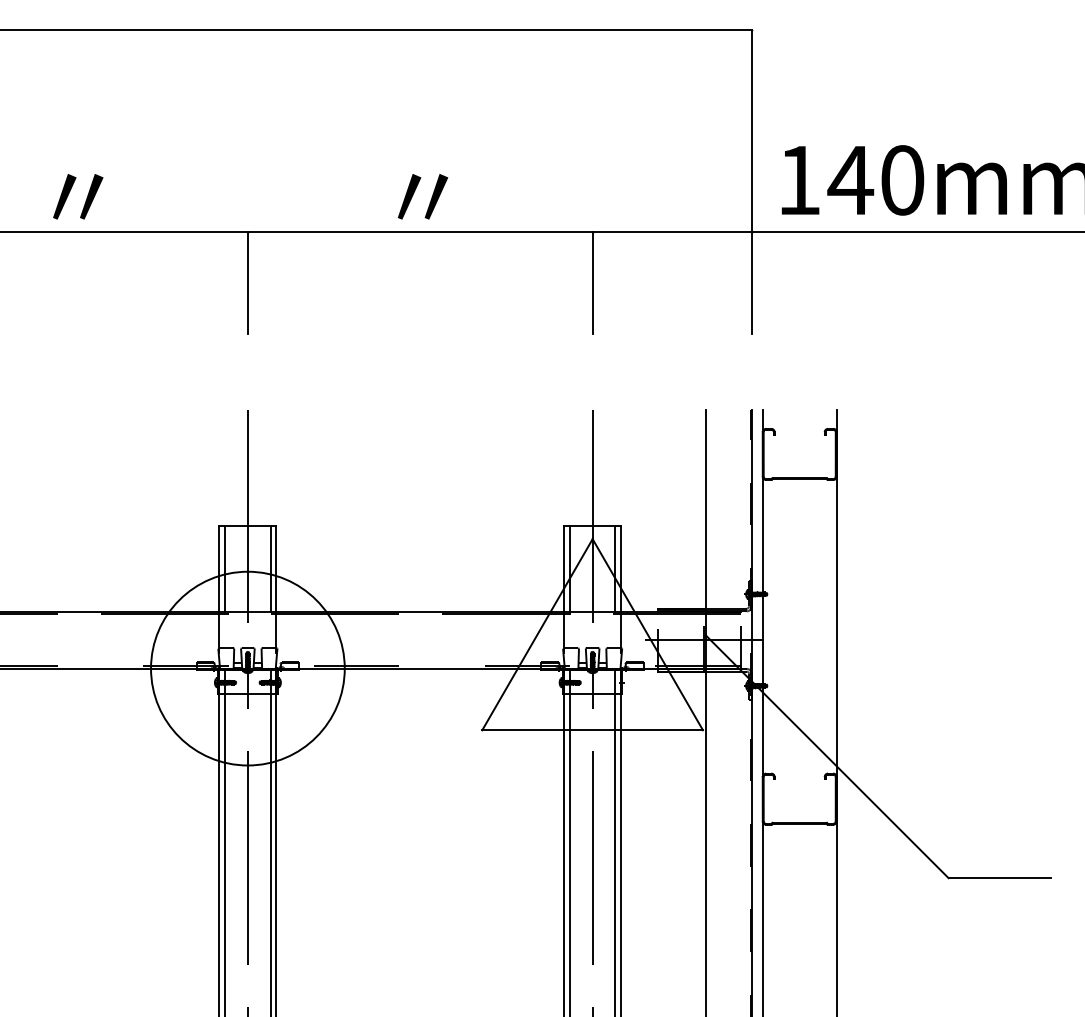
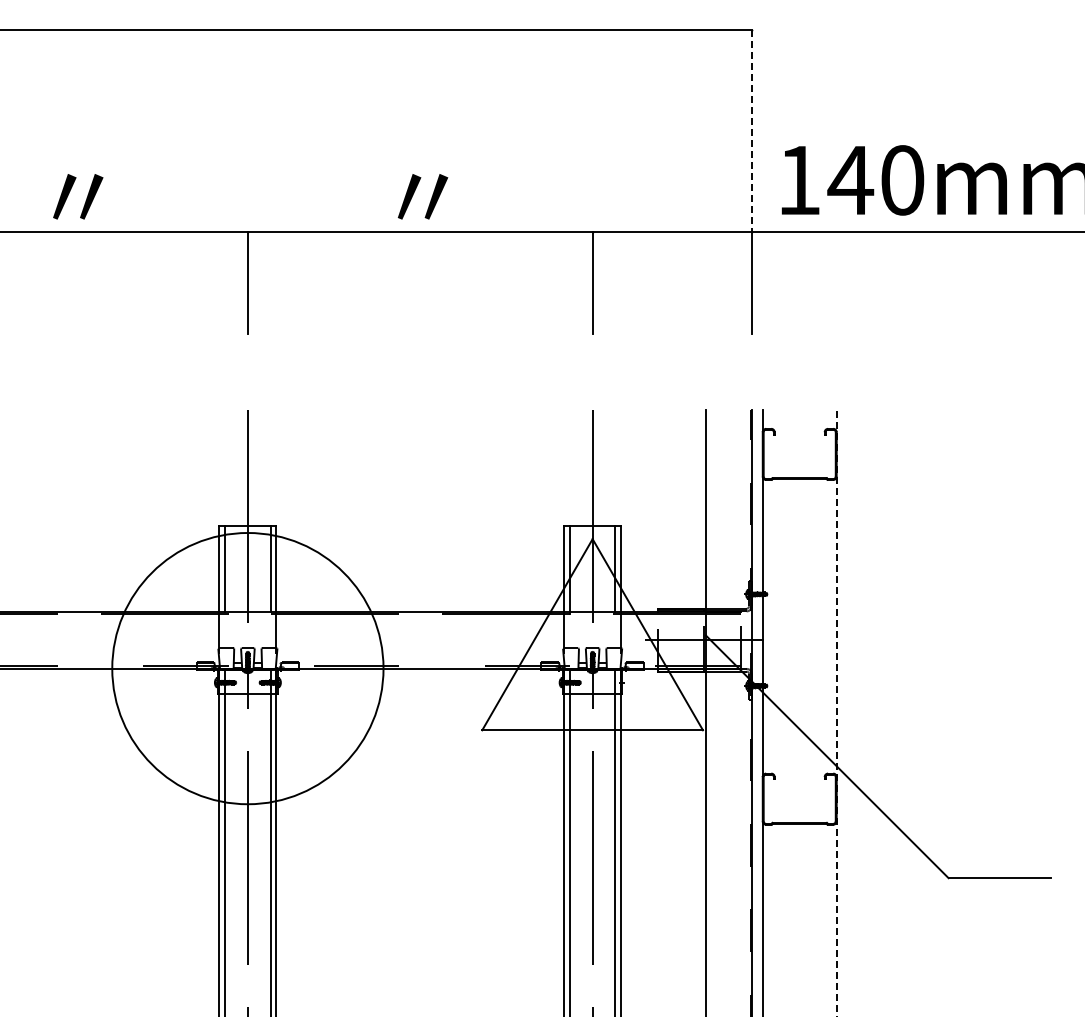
line at (751, 130): solid -> dashed
circle at (247, 668) diameter: 194 px -> 271 px
line at (836, 712): solid -> dashed
